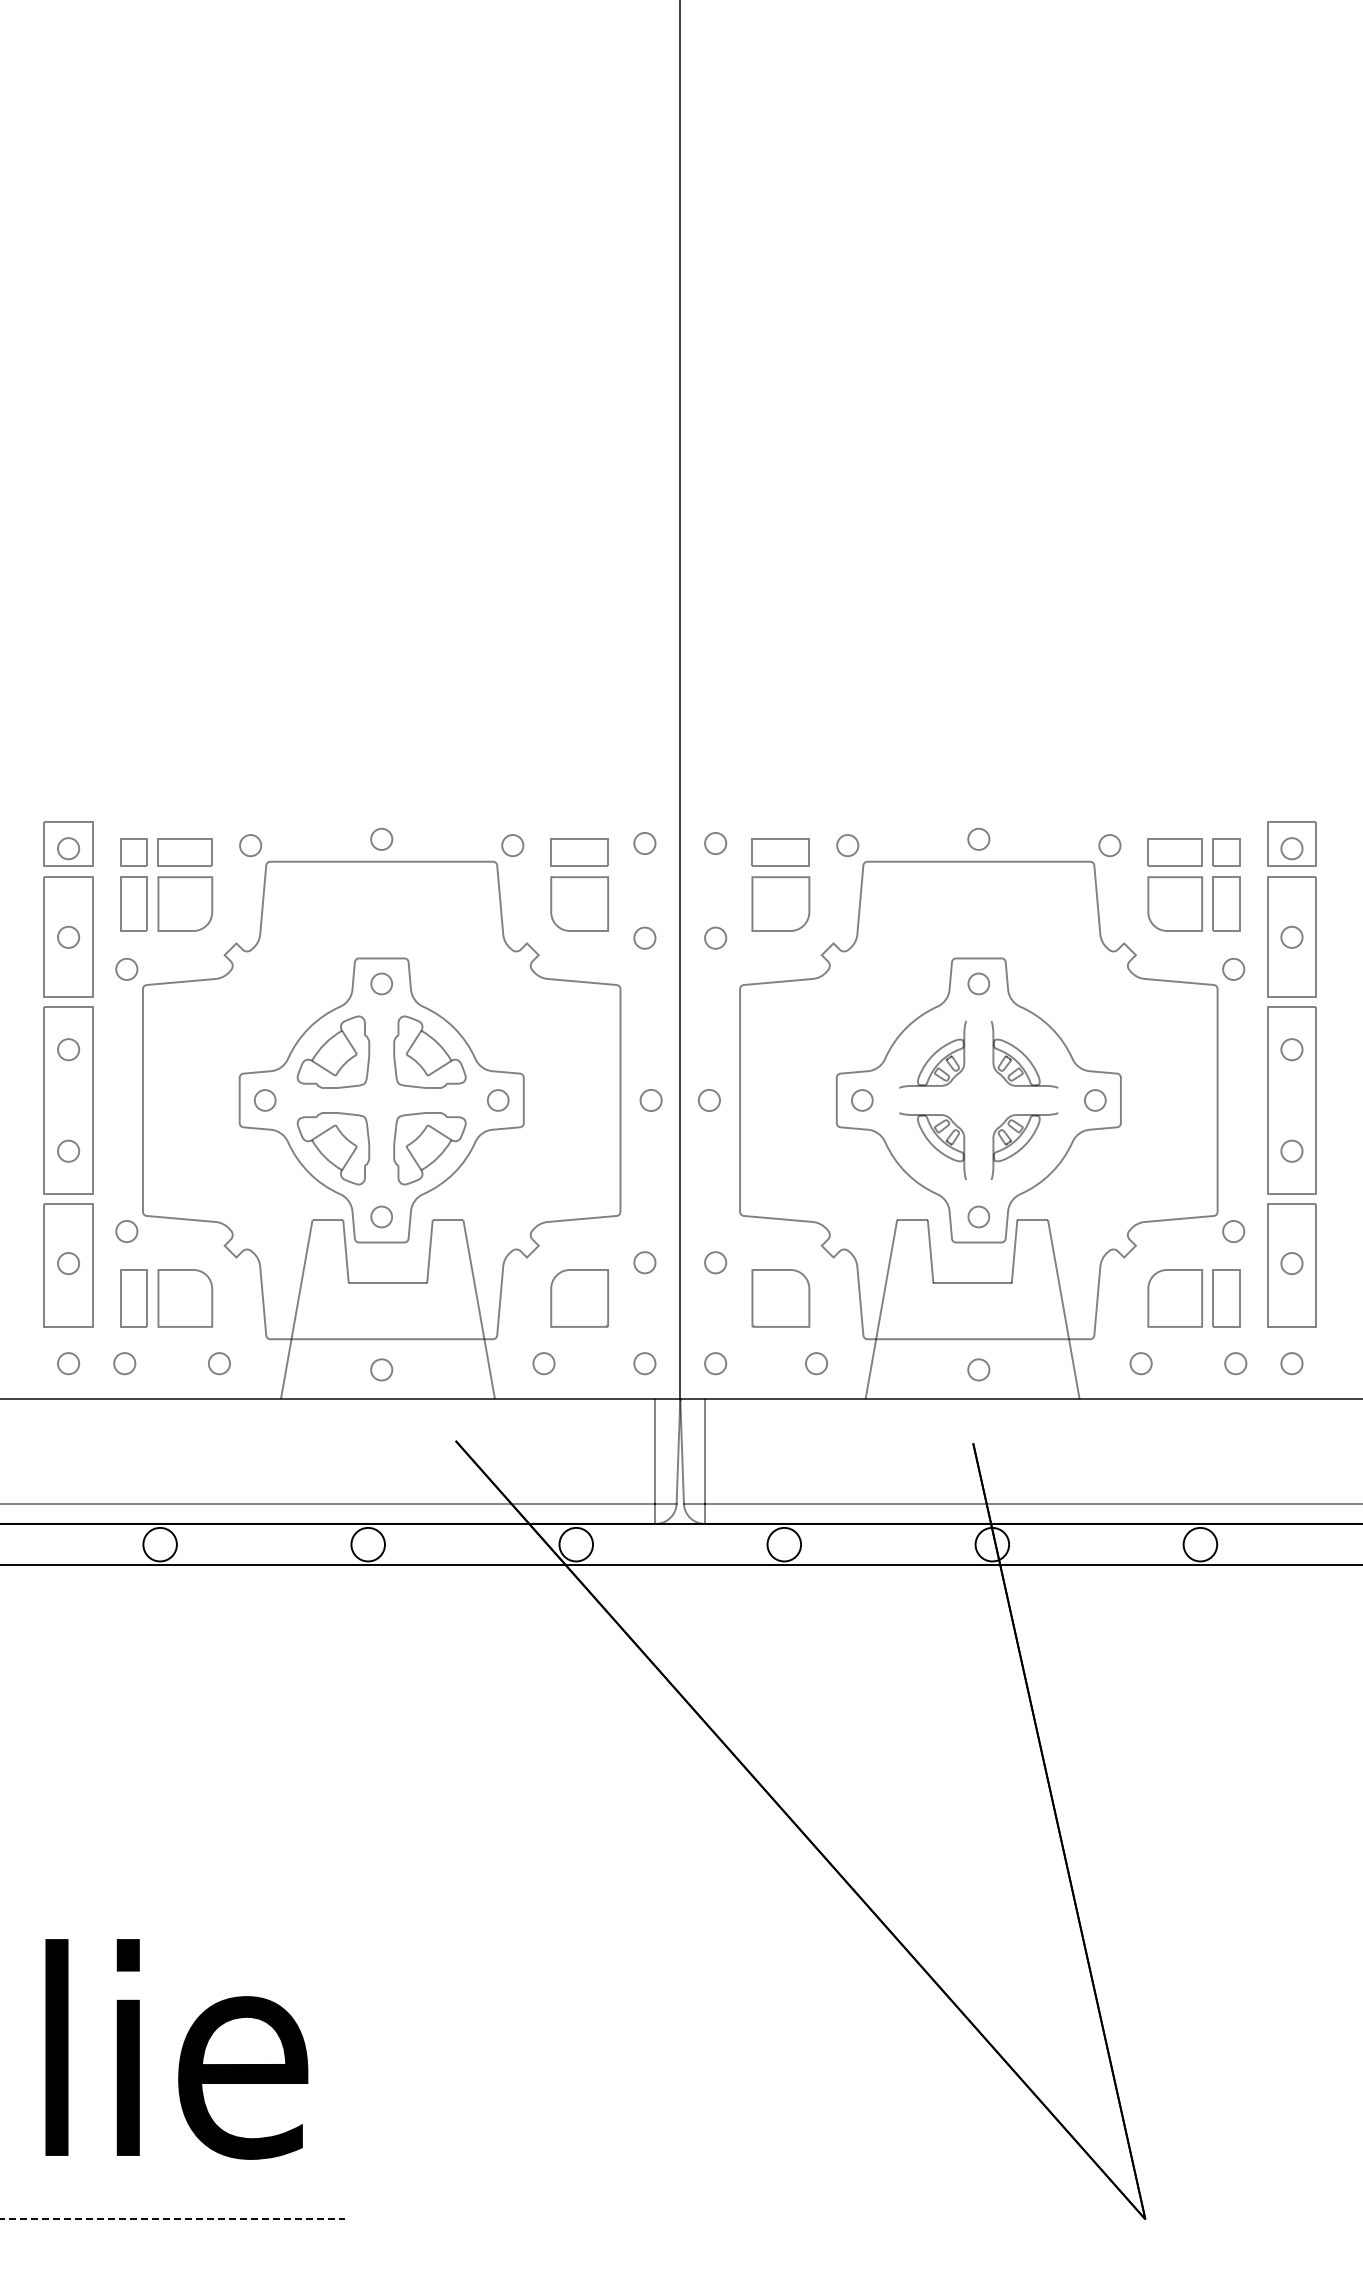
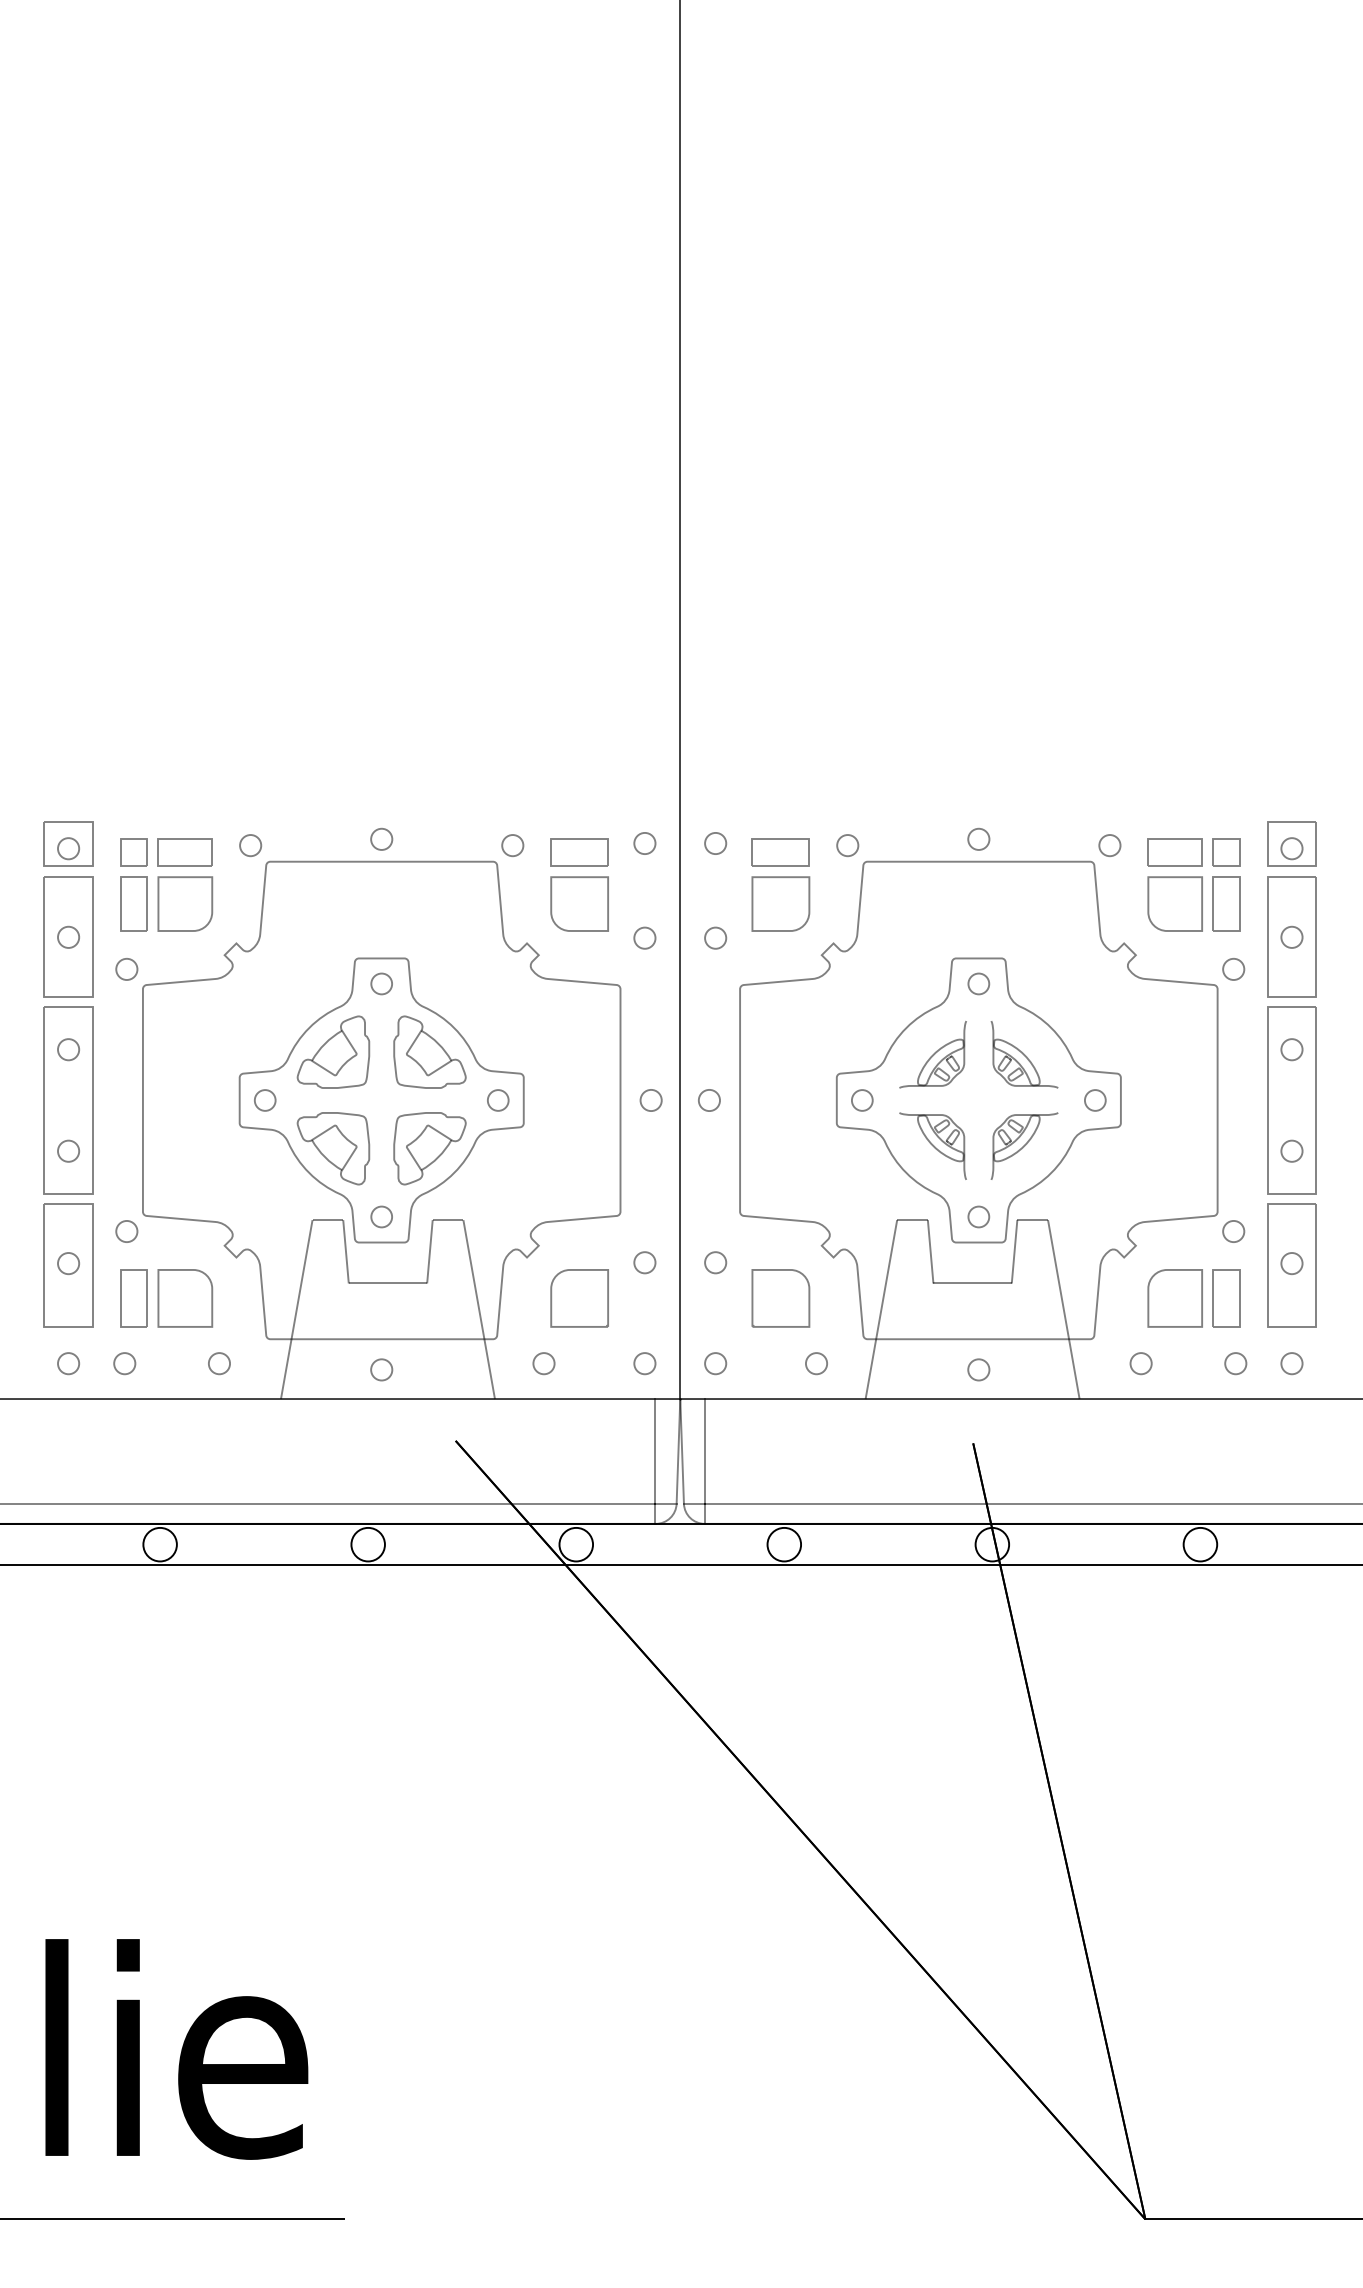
line at (173, 2219): dashed -> solid
line at (1252, 2219): none -> present
